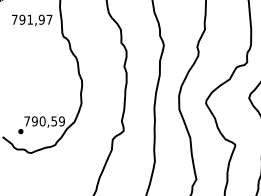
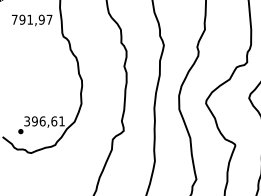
text at (44, 121): 790,59 -> 396,61
